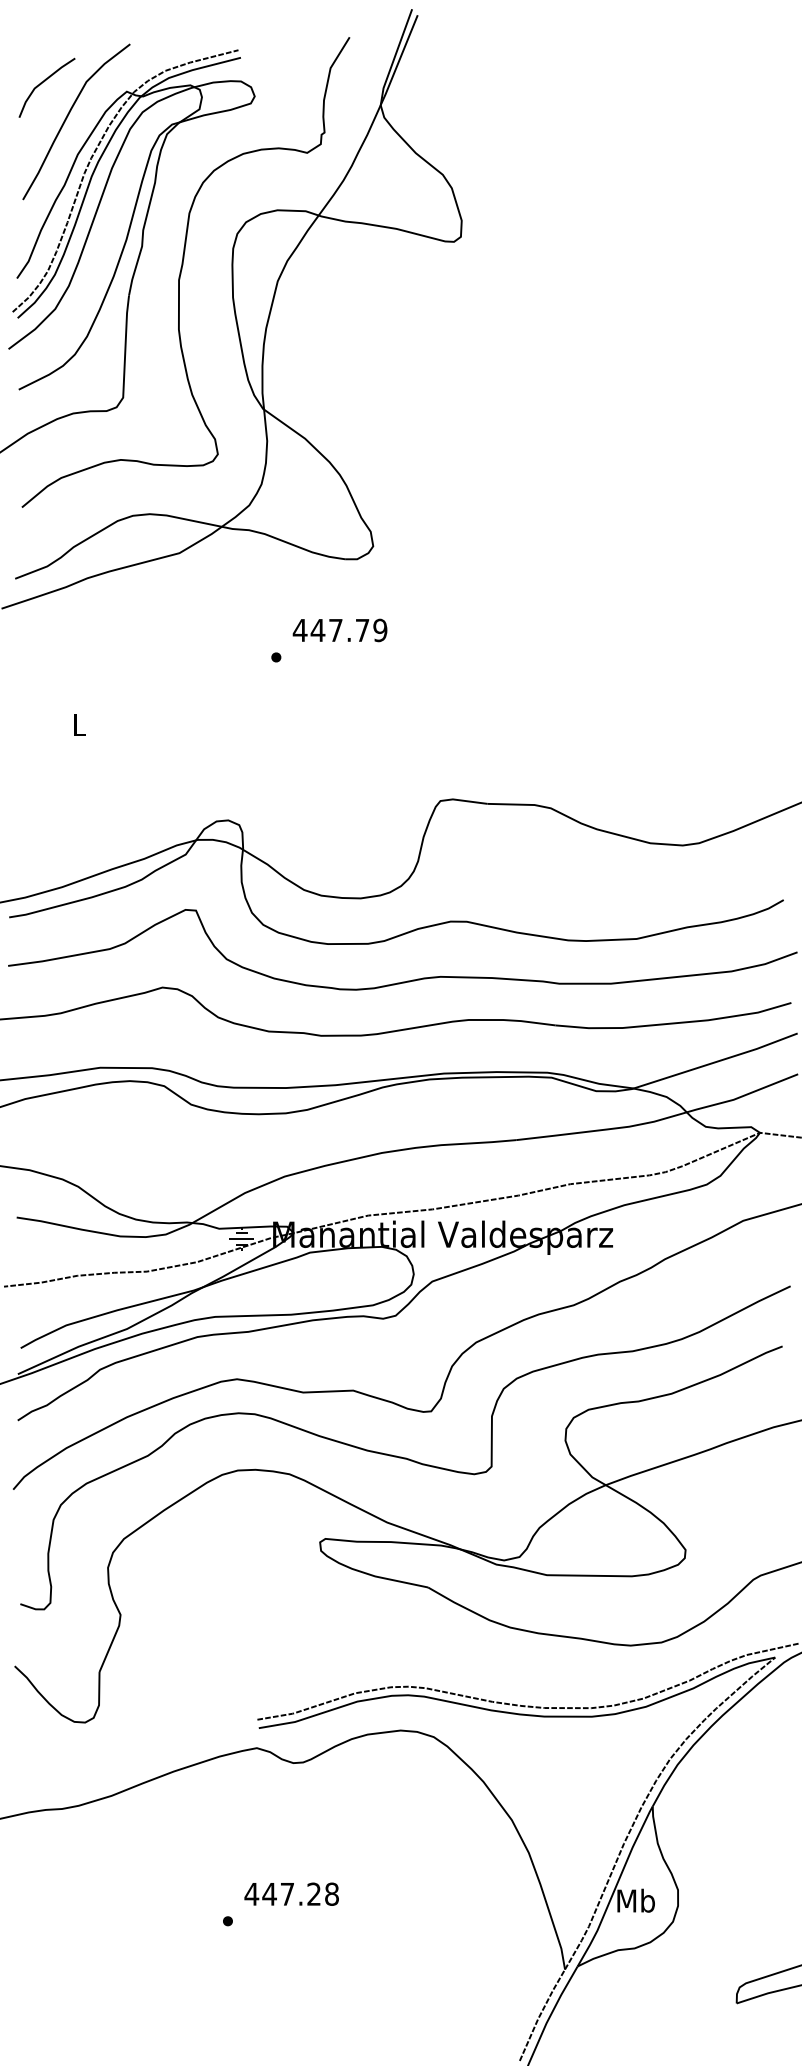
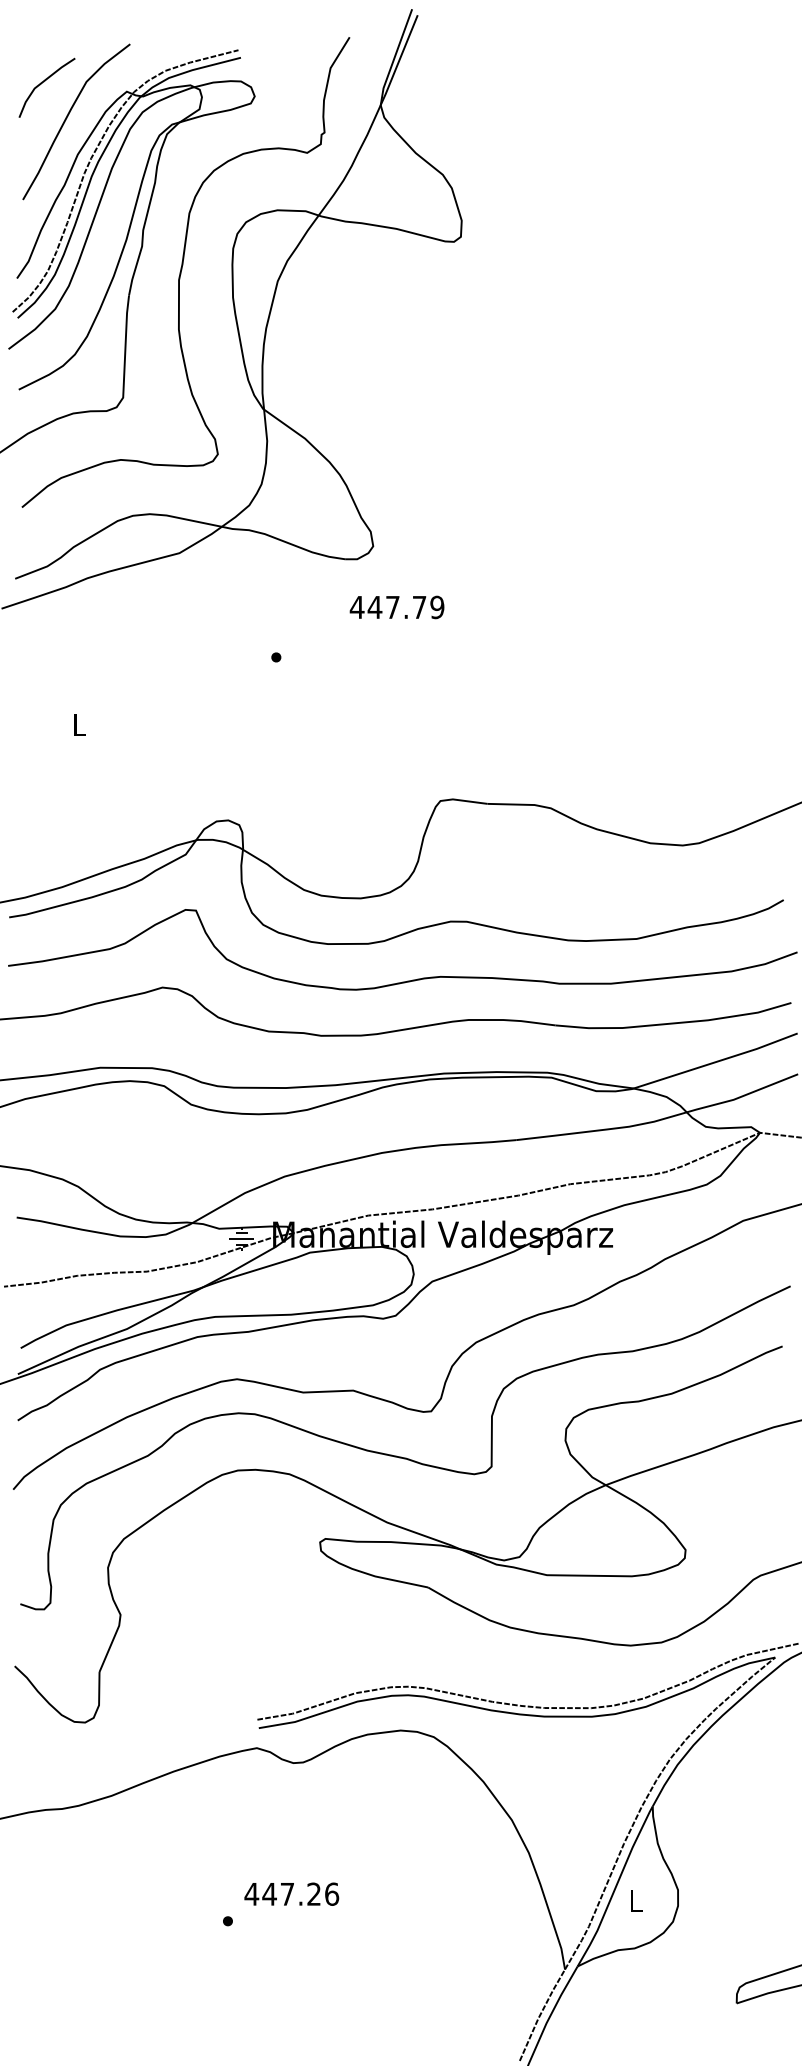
text at (339, 630) position: (339, 630) -> (396, 607)
text at (332, 1893): 447.28 -> 447.26
text at (635, 1900): Mb -> L
